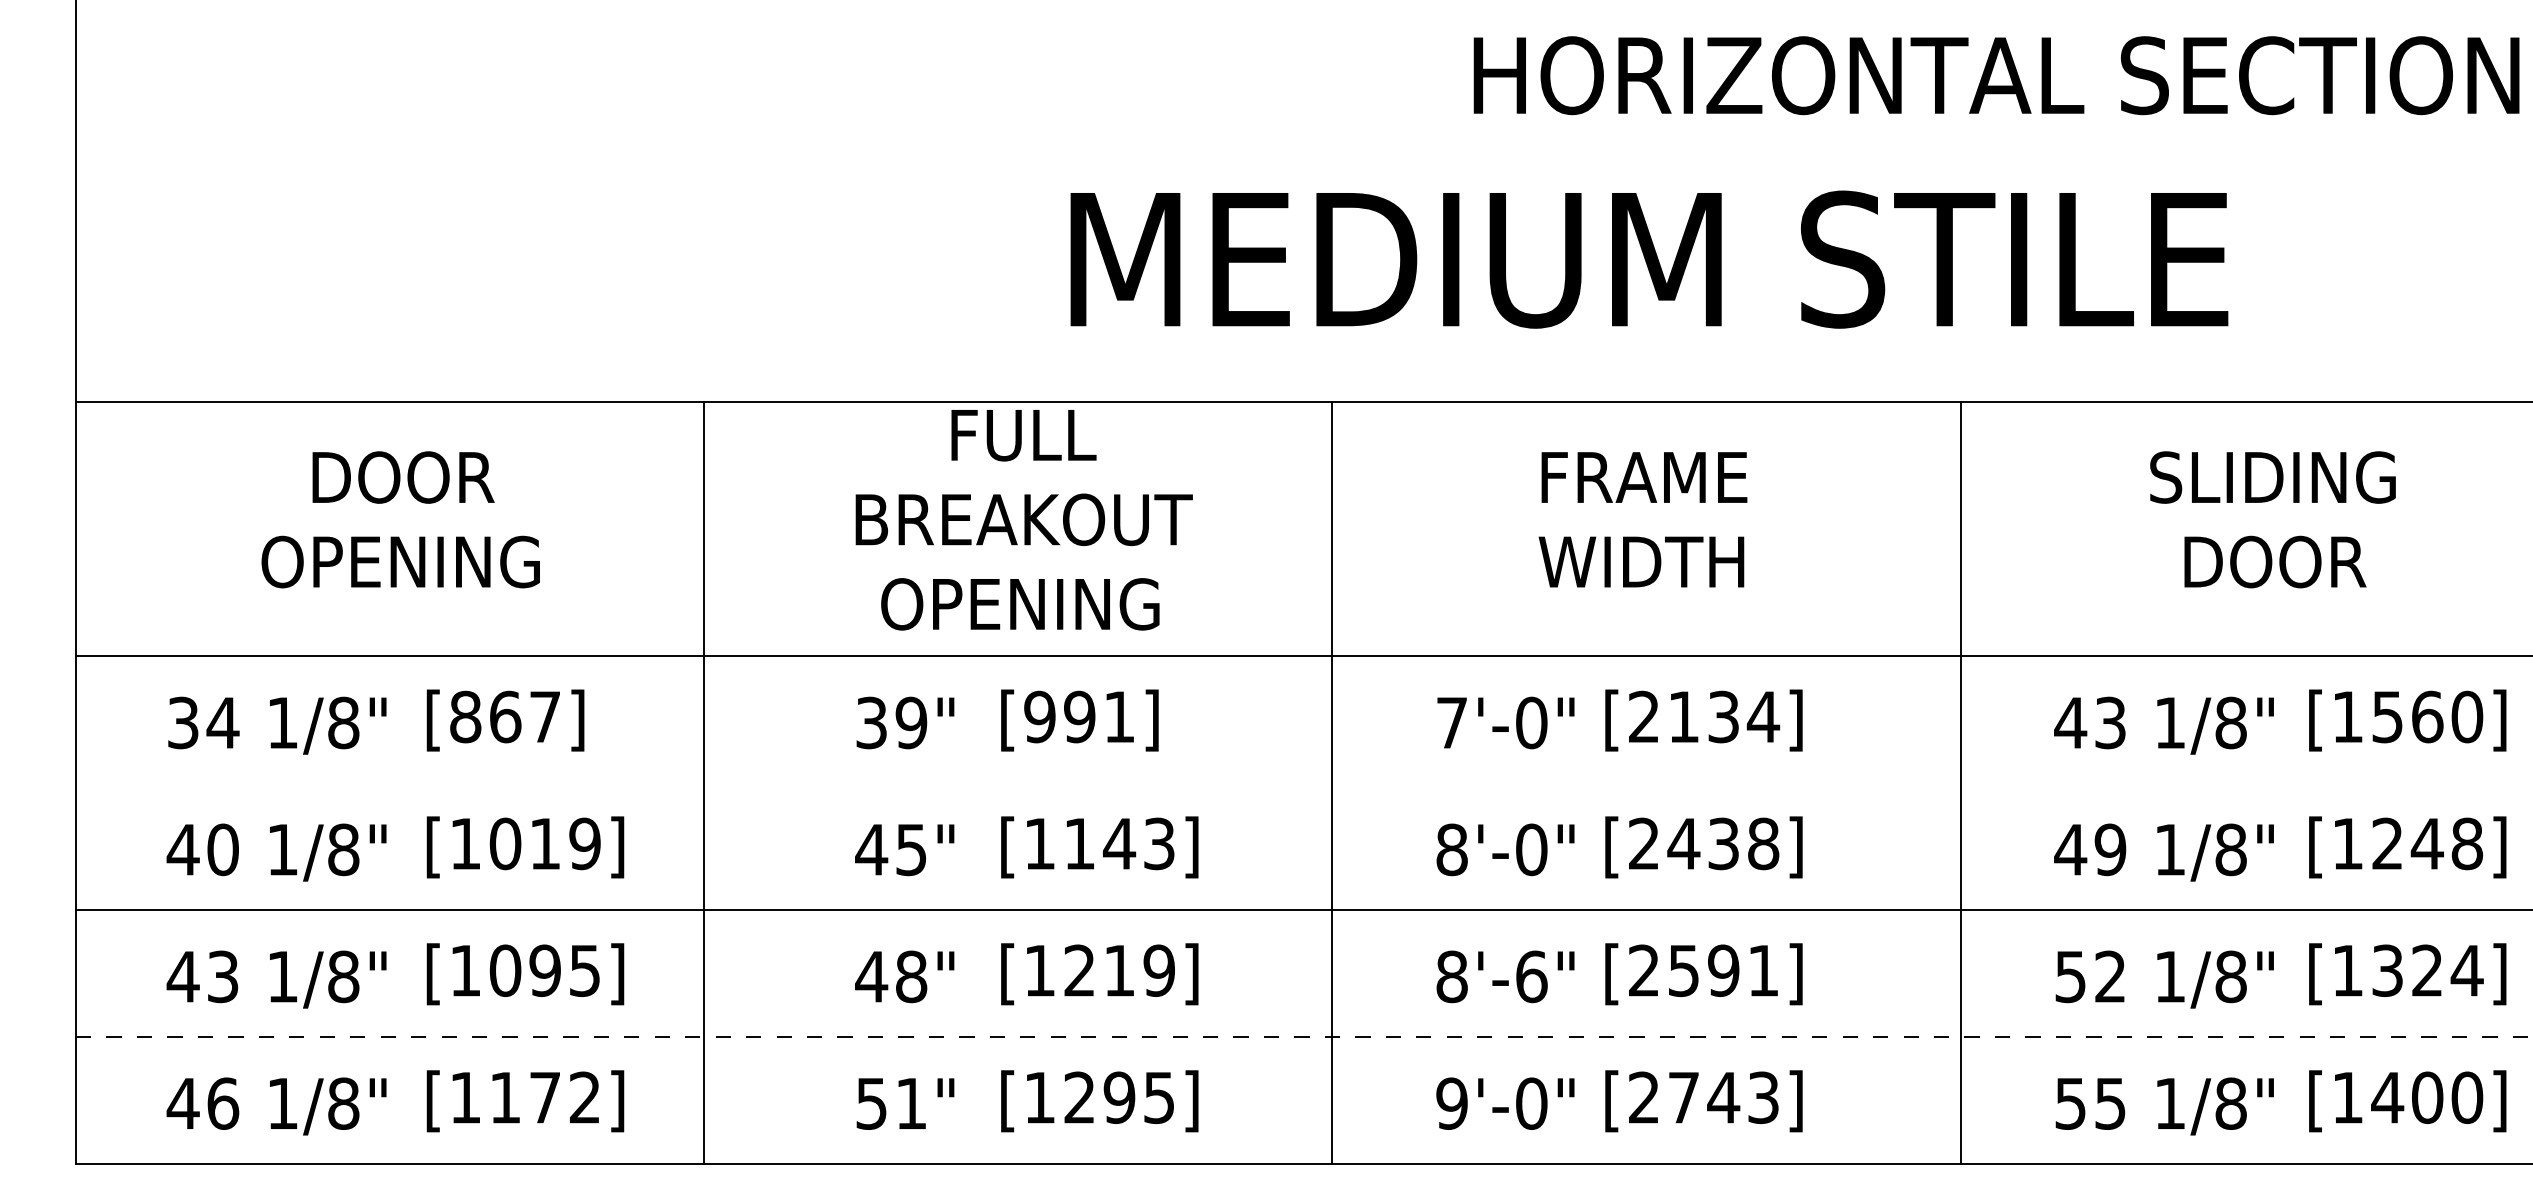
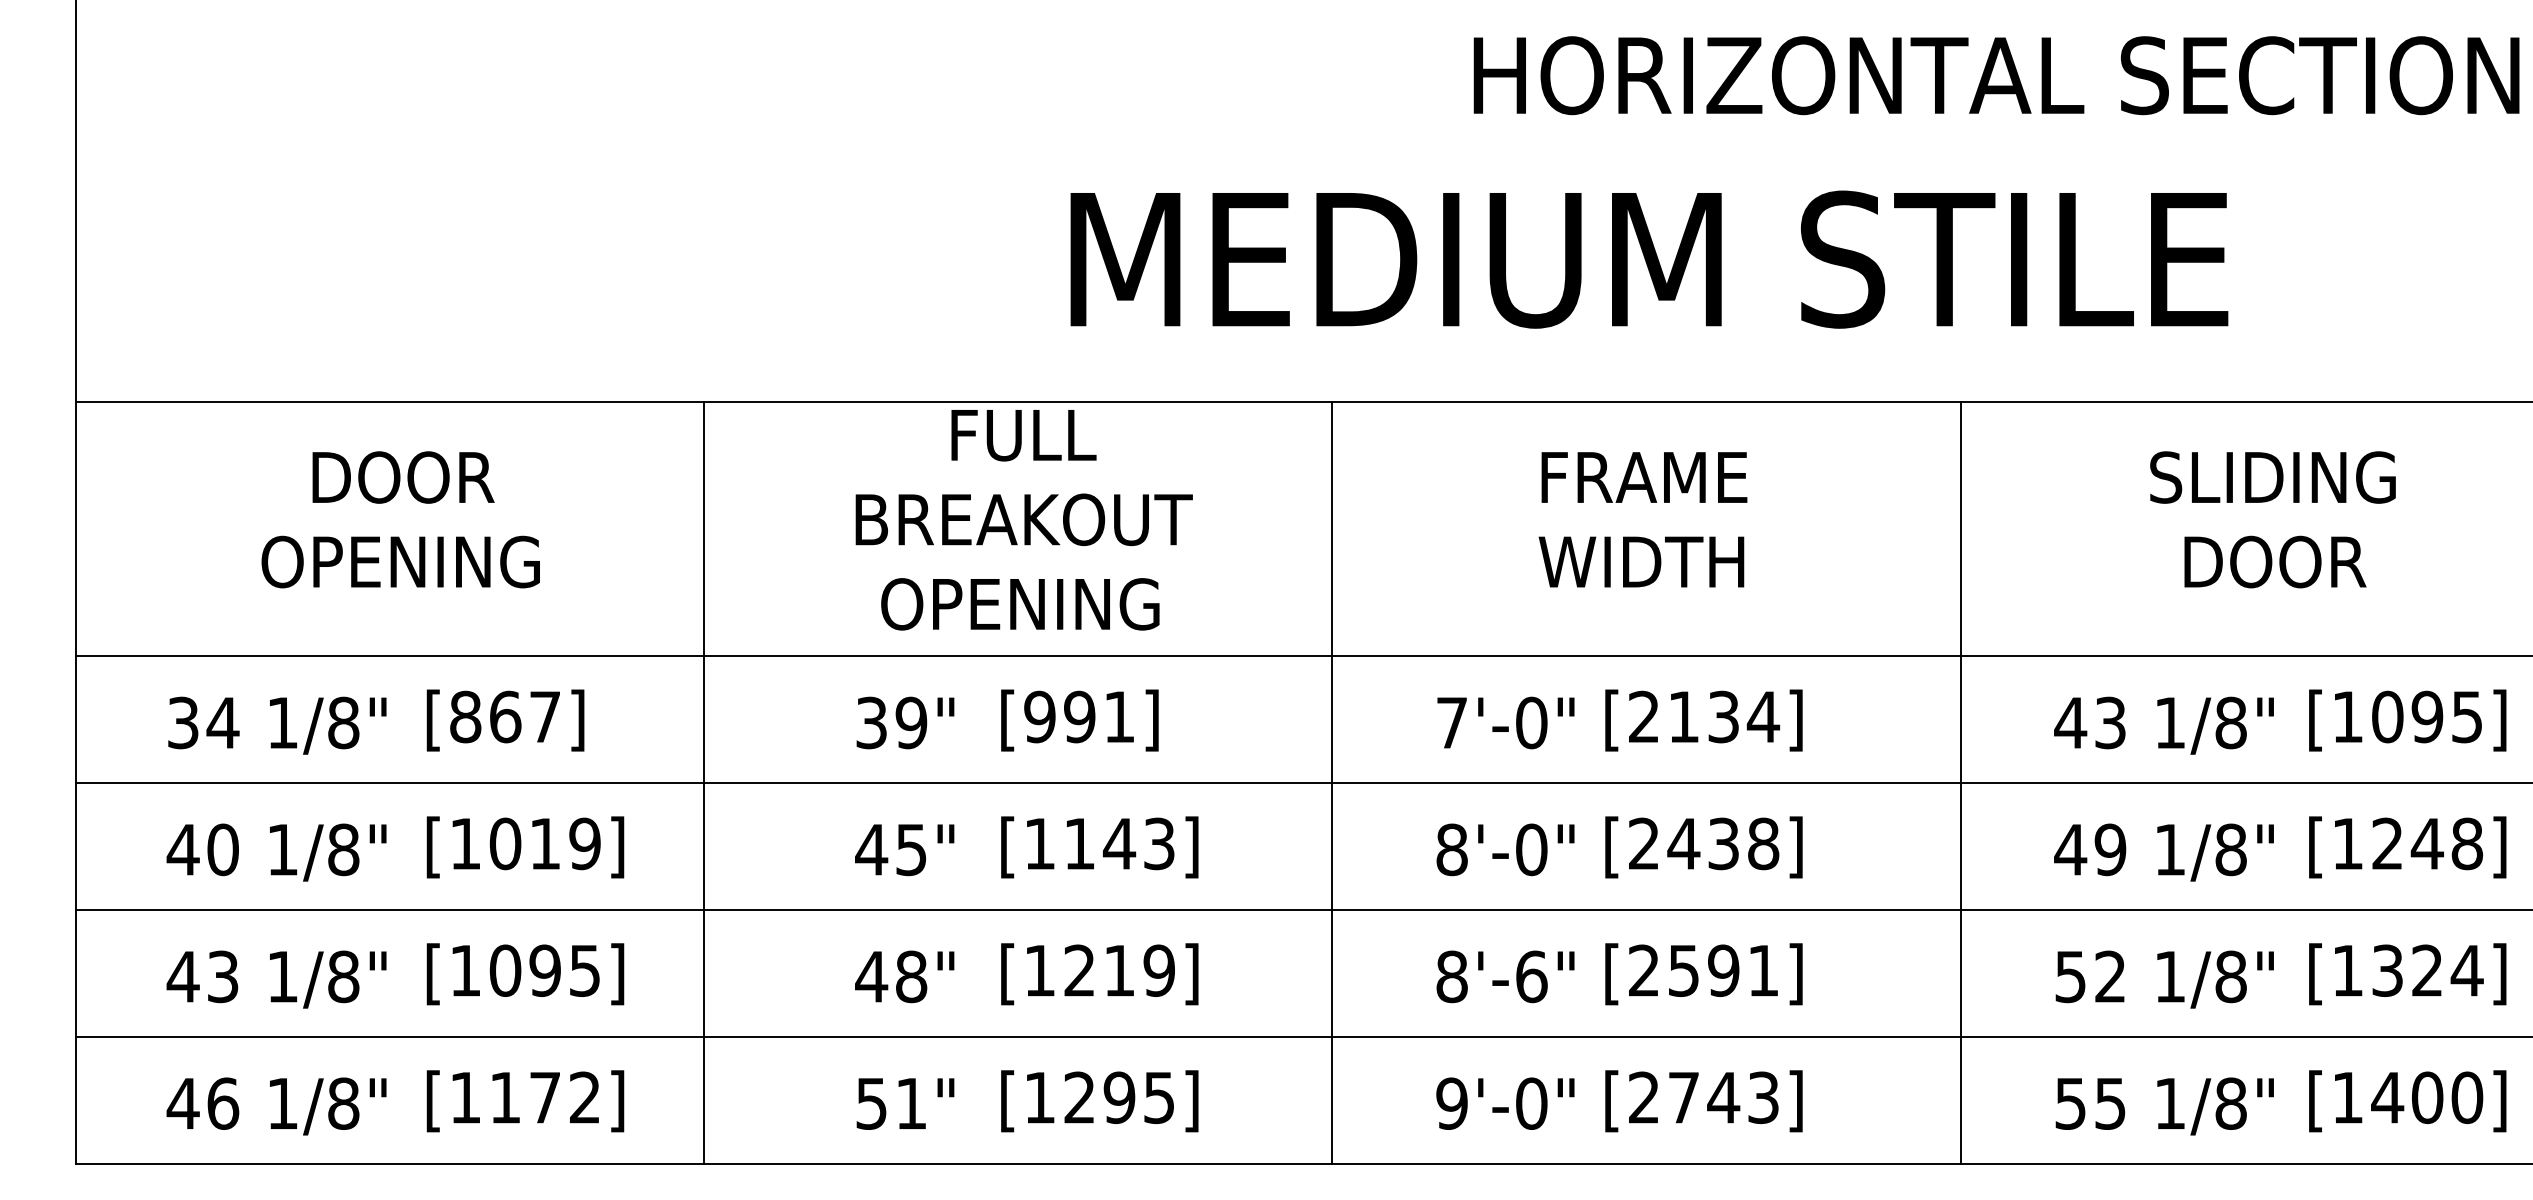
text at (2427, 716): [1560] -> [1095]
line at (1302, 783): none -> present
line at (1304, 1036): dashed -> solid
